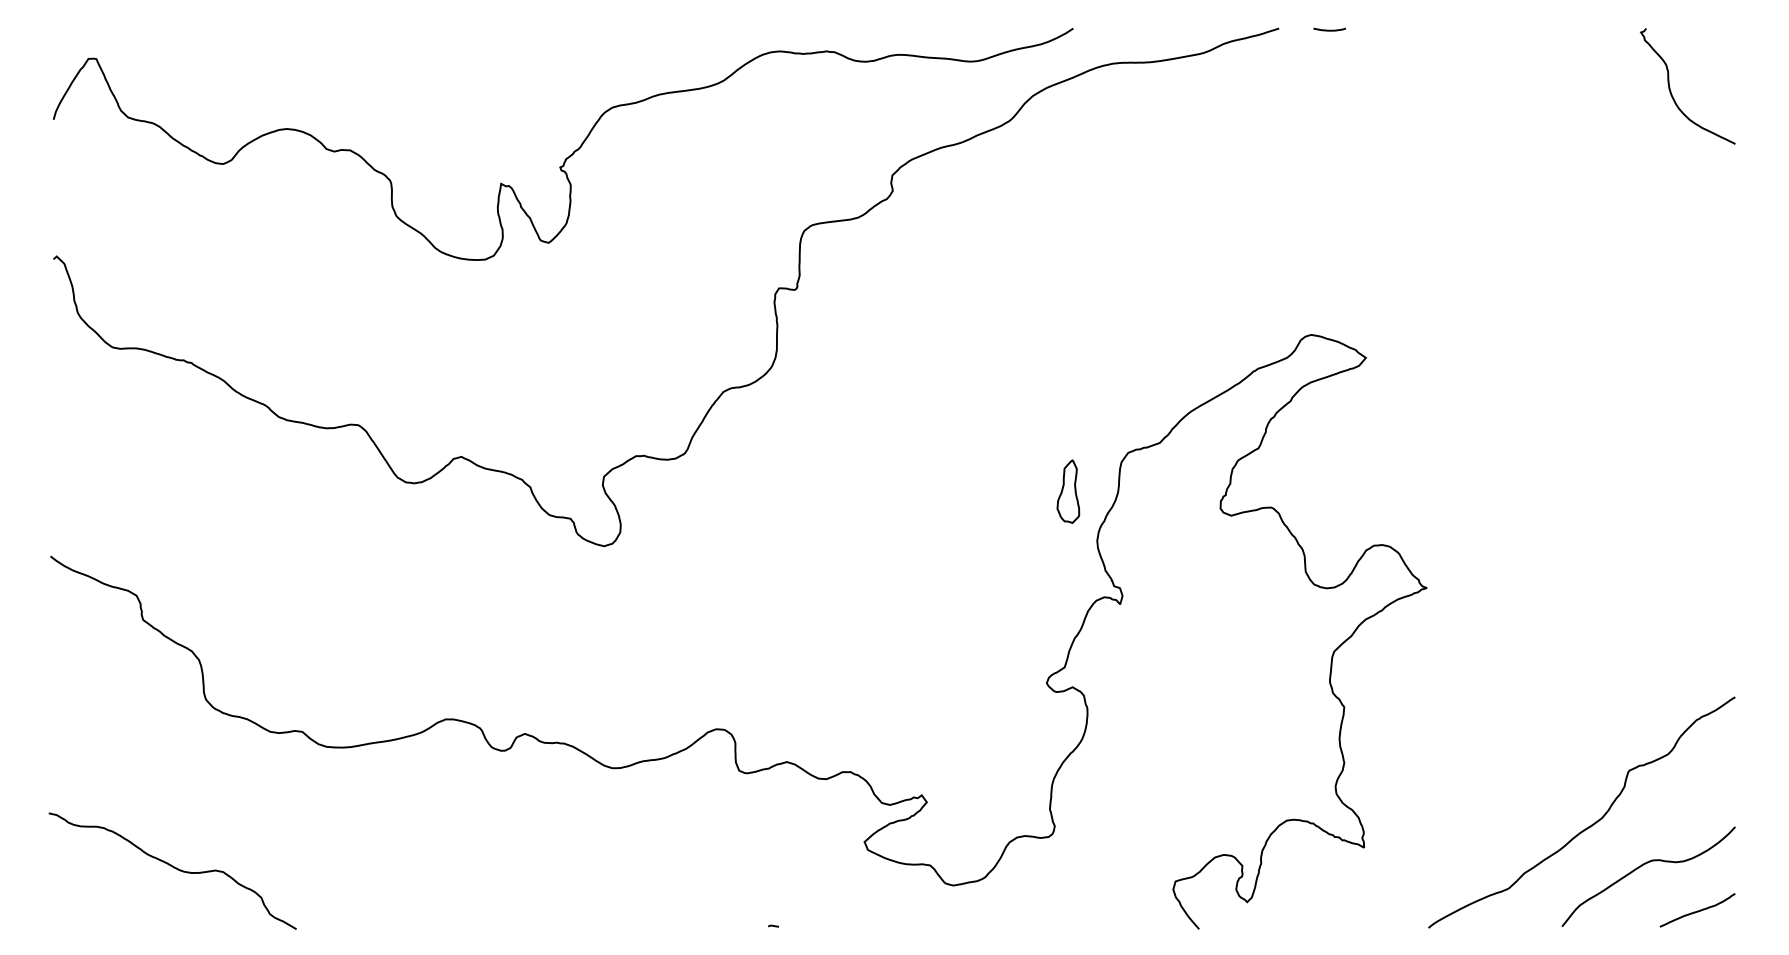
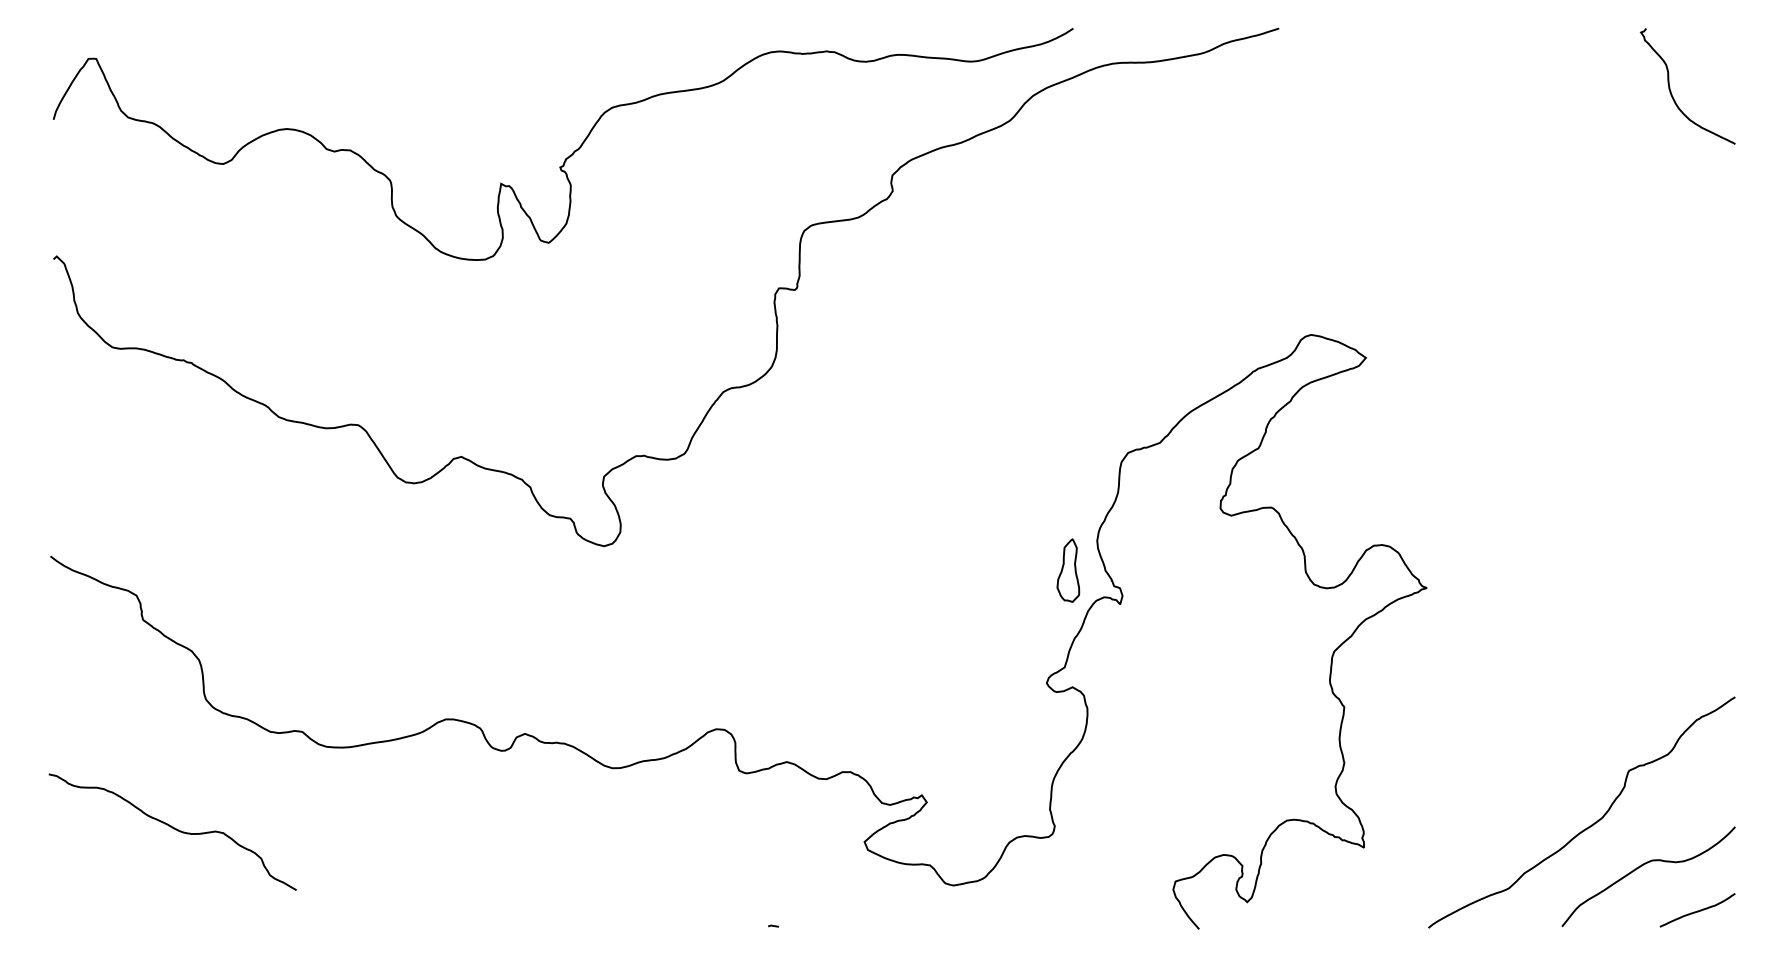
curve at (1329, 29): present -> none
part at (1068, 491) position: (1068, 491) -> (1068, 570)
curve at (173, 868) position: (173, 868) -> (173, 829)
